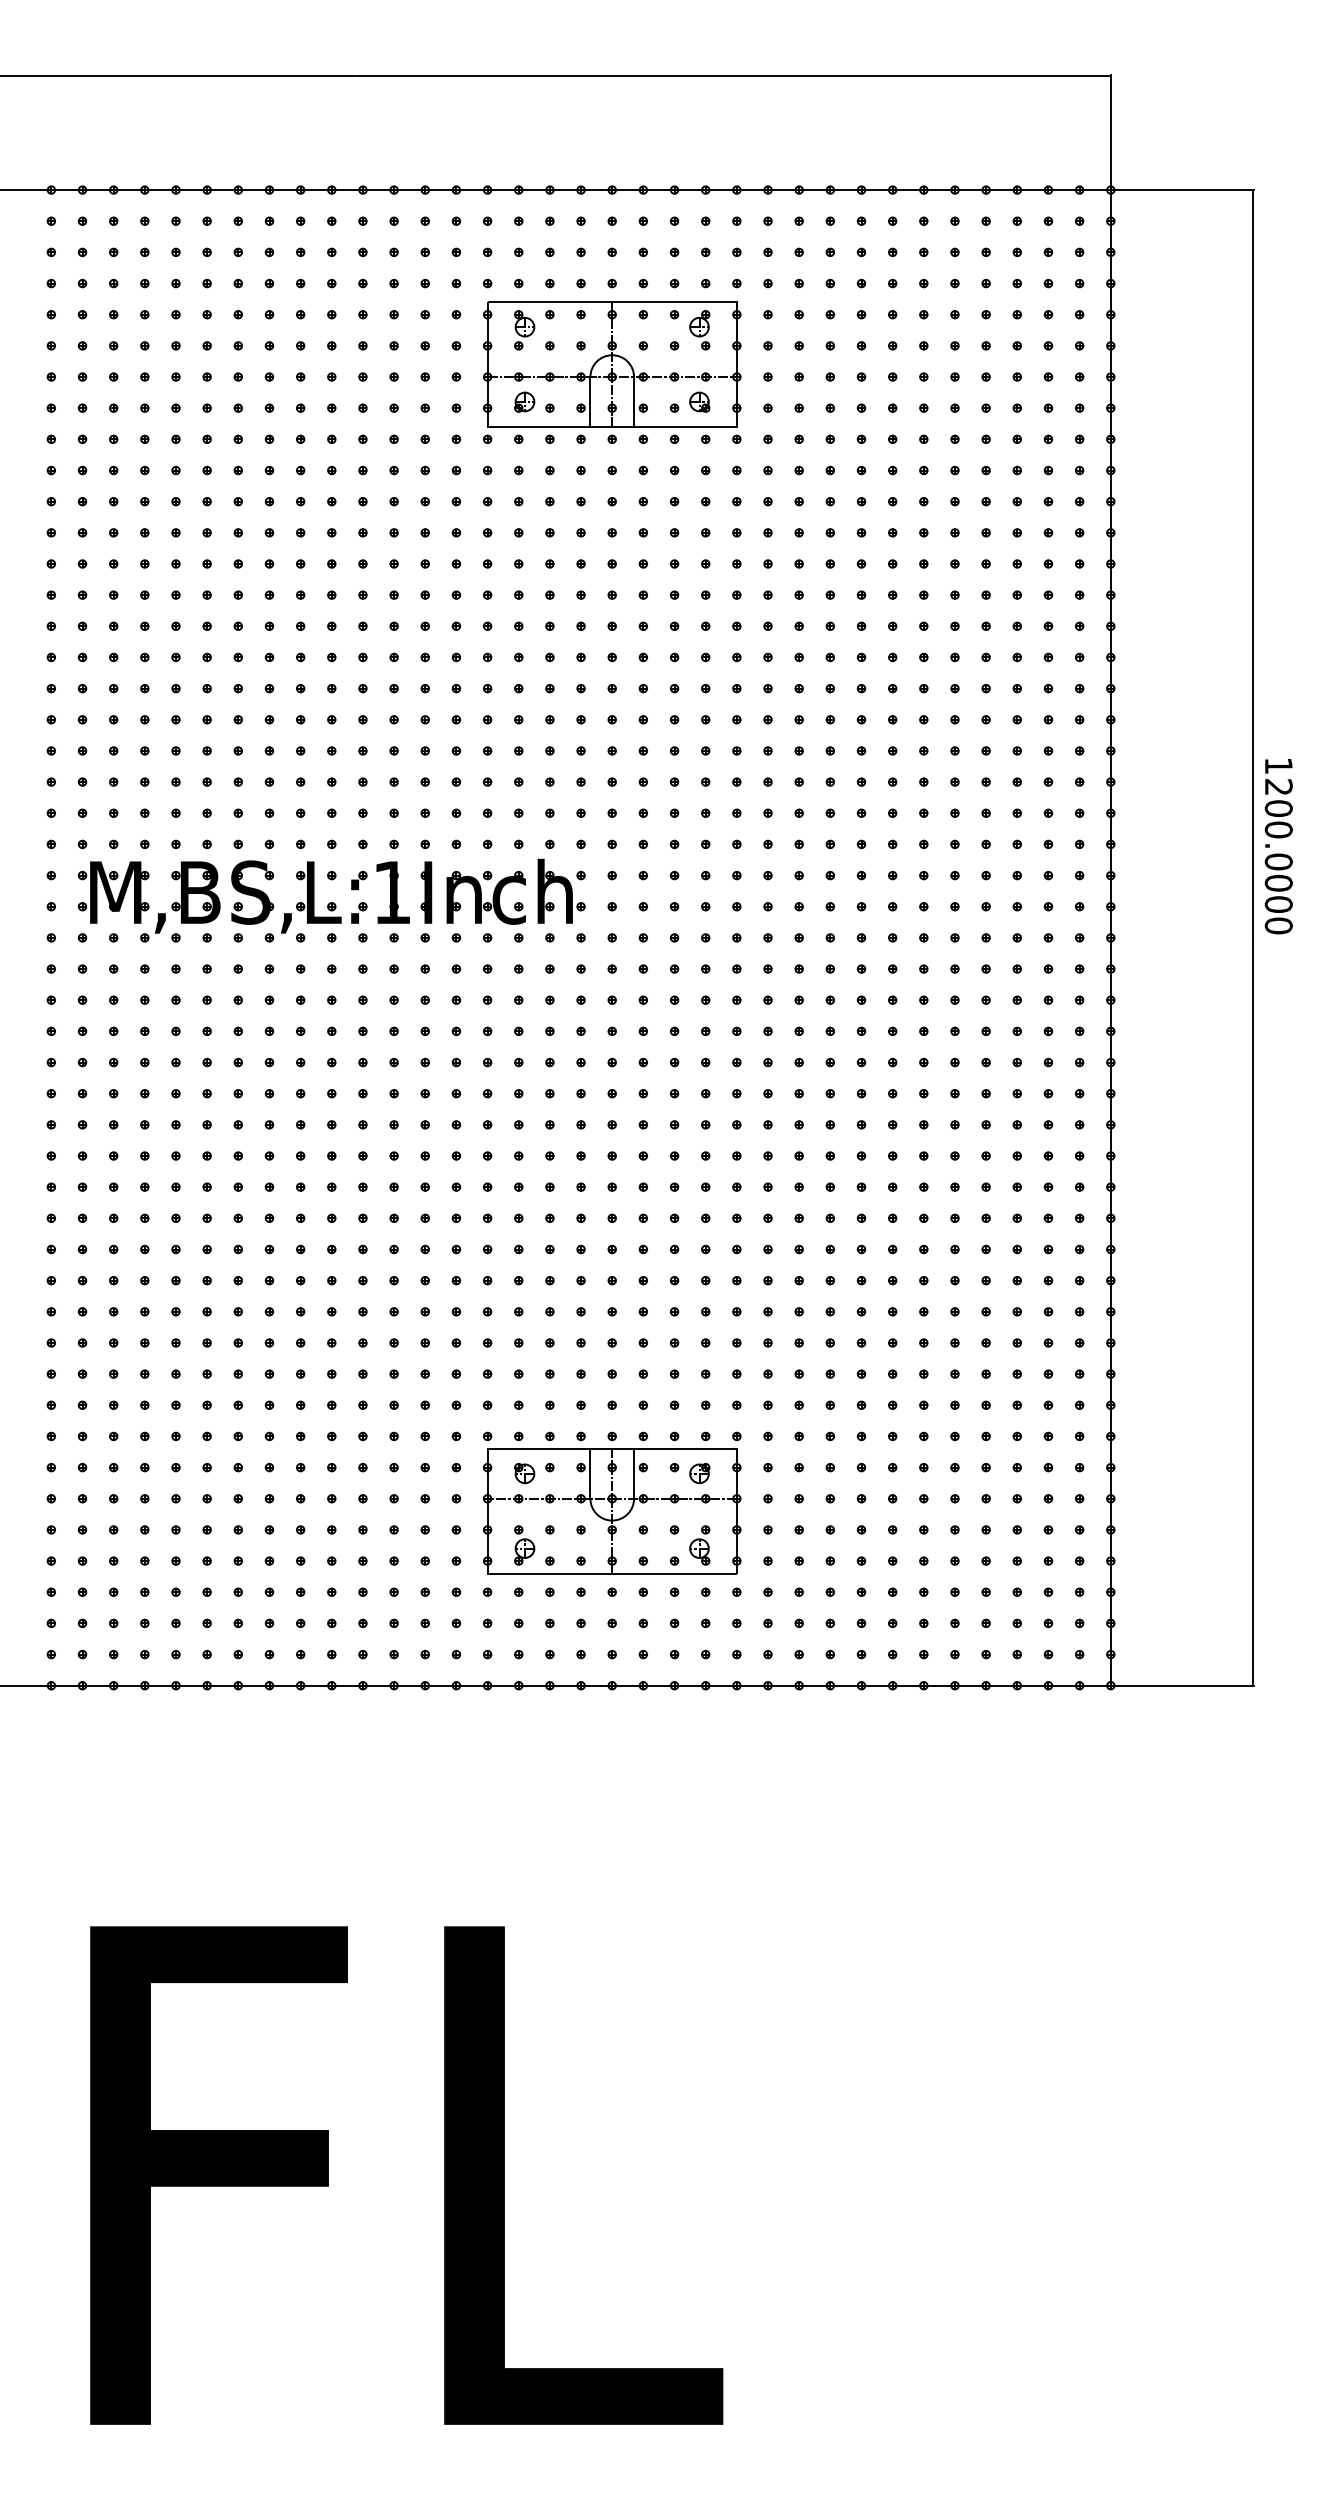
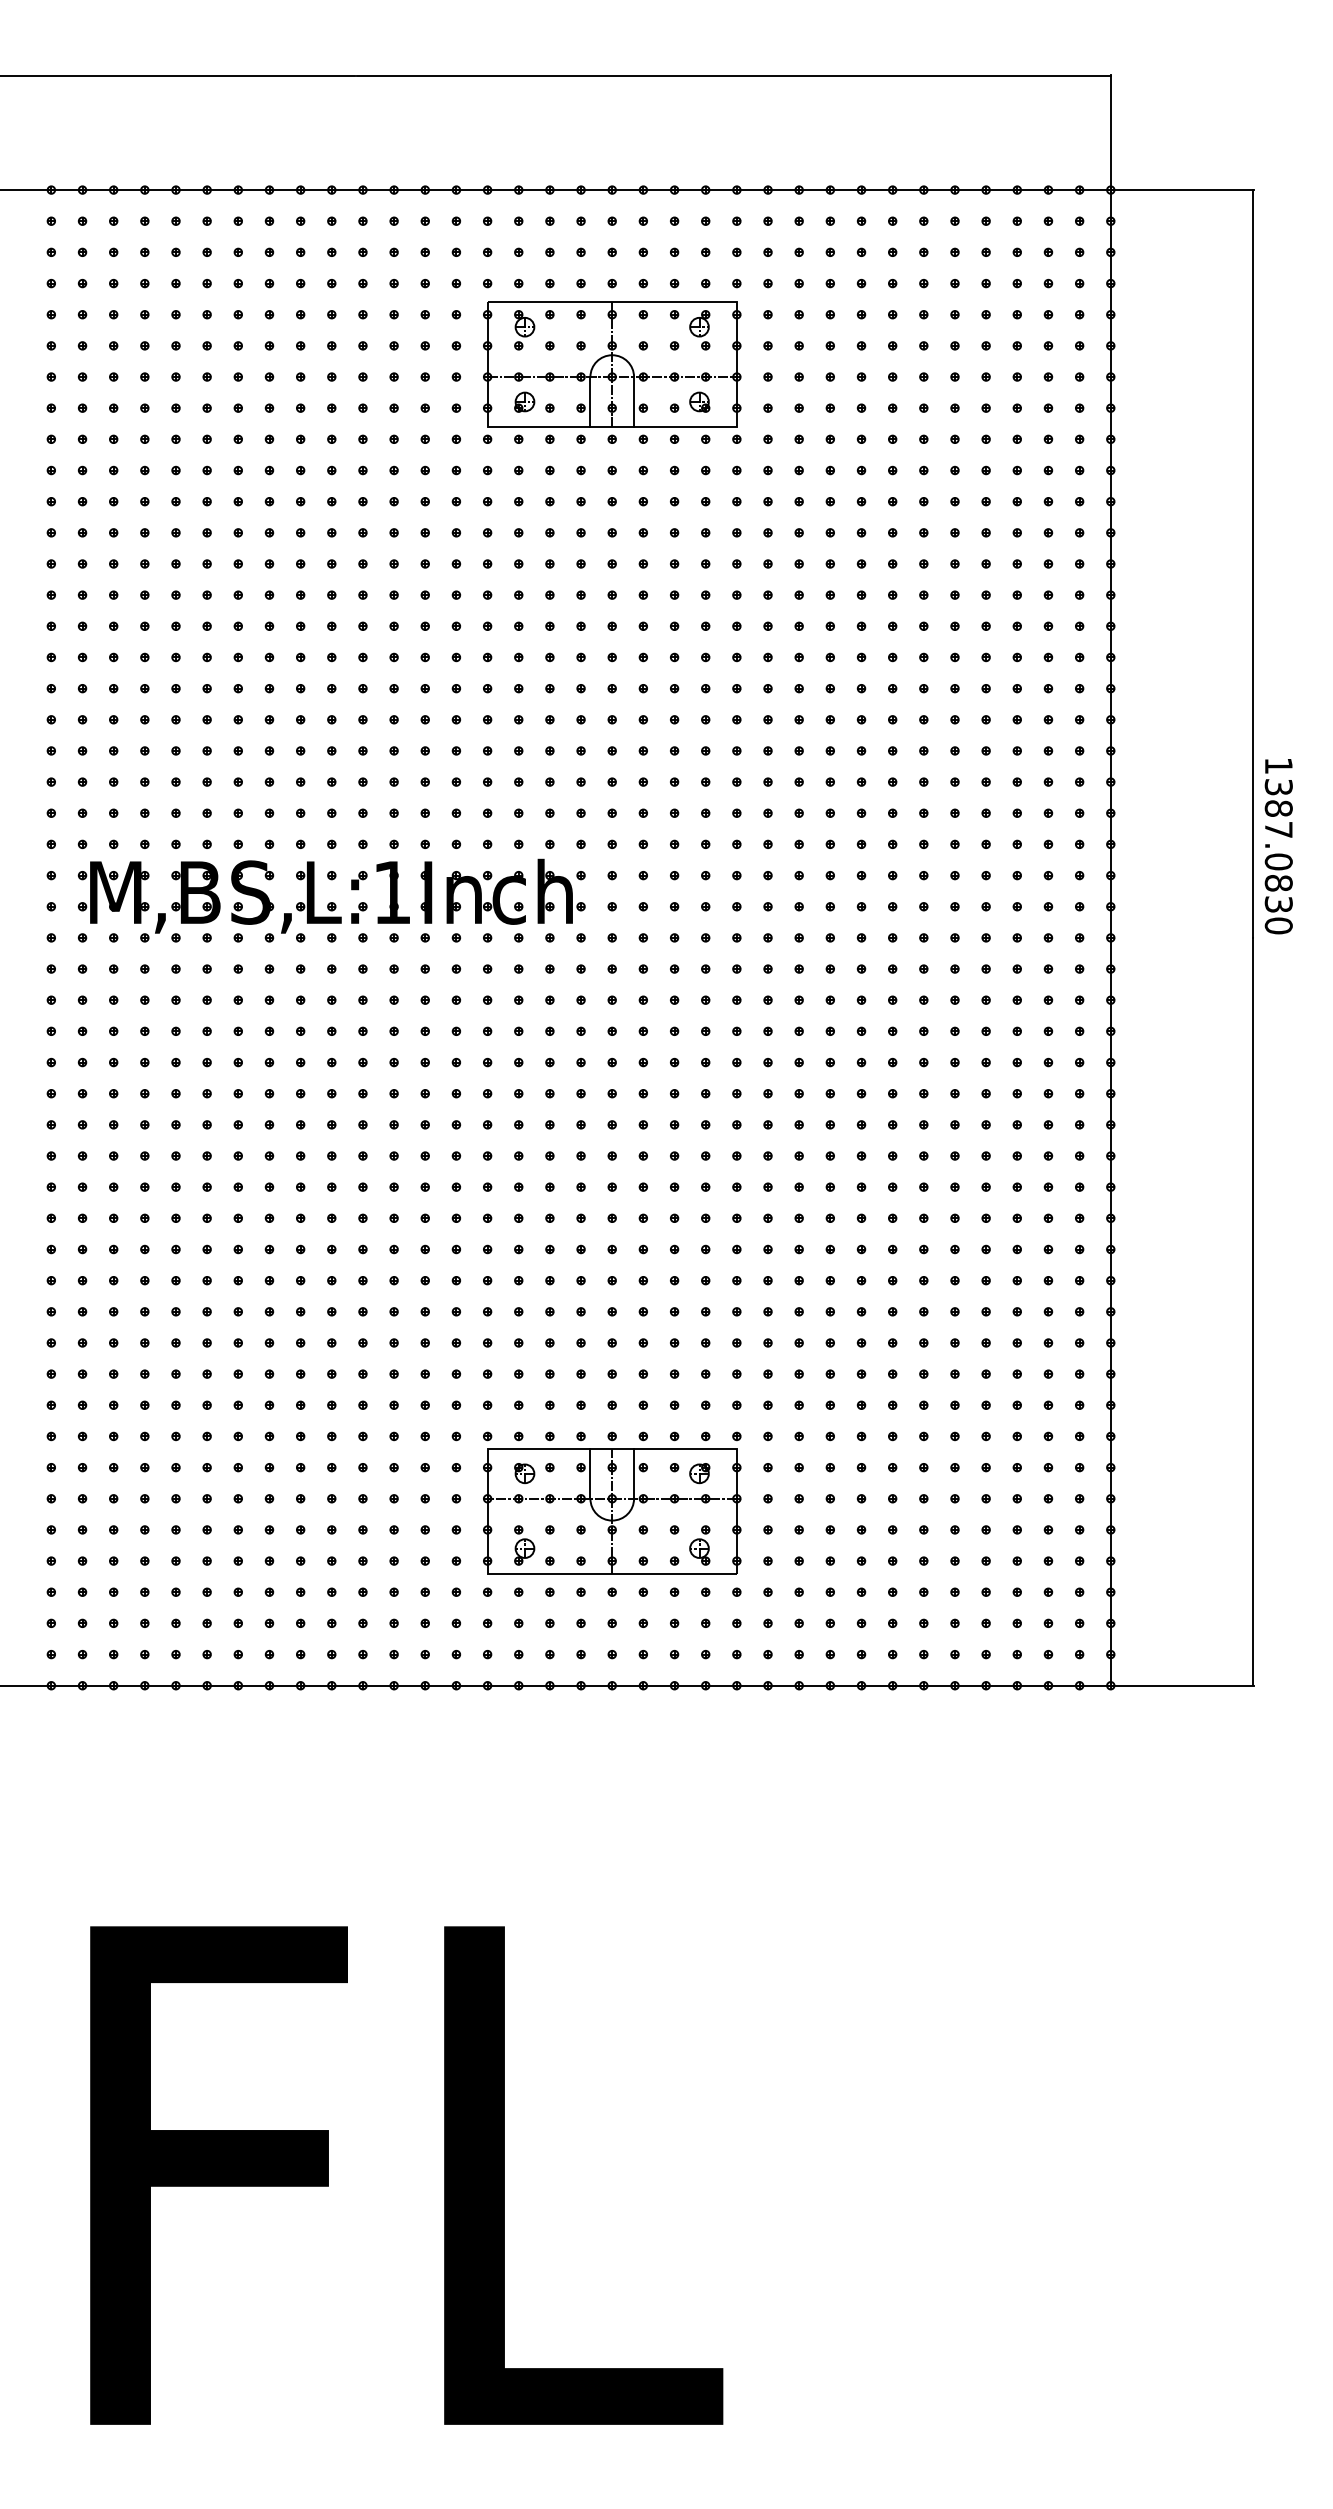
text at (1278, 845): 1200.0000 -> 1387.0830
